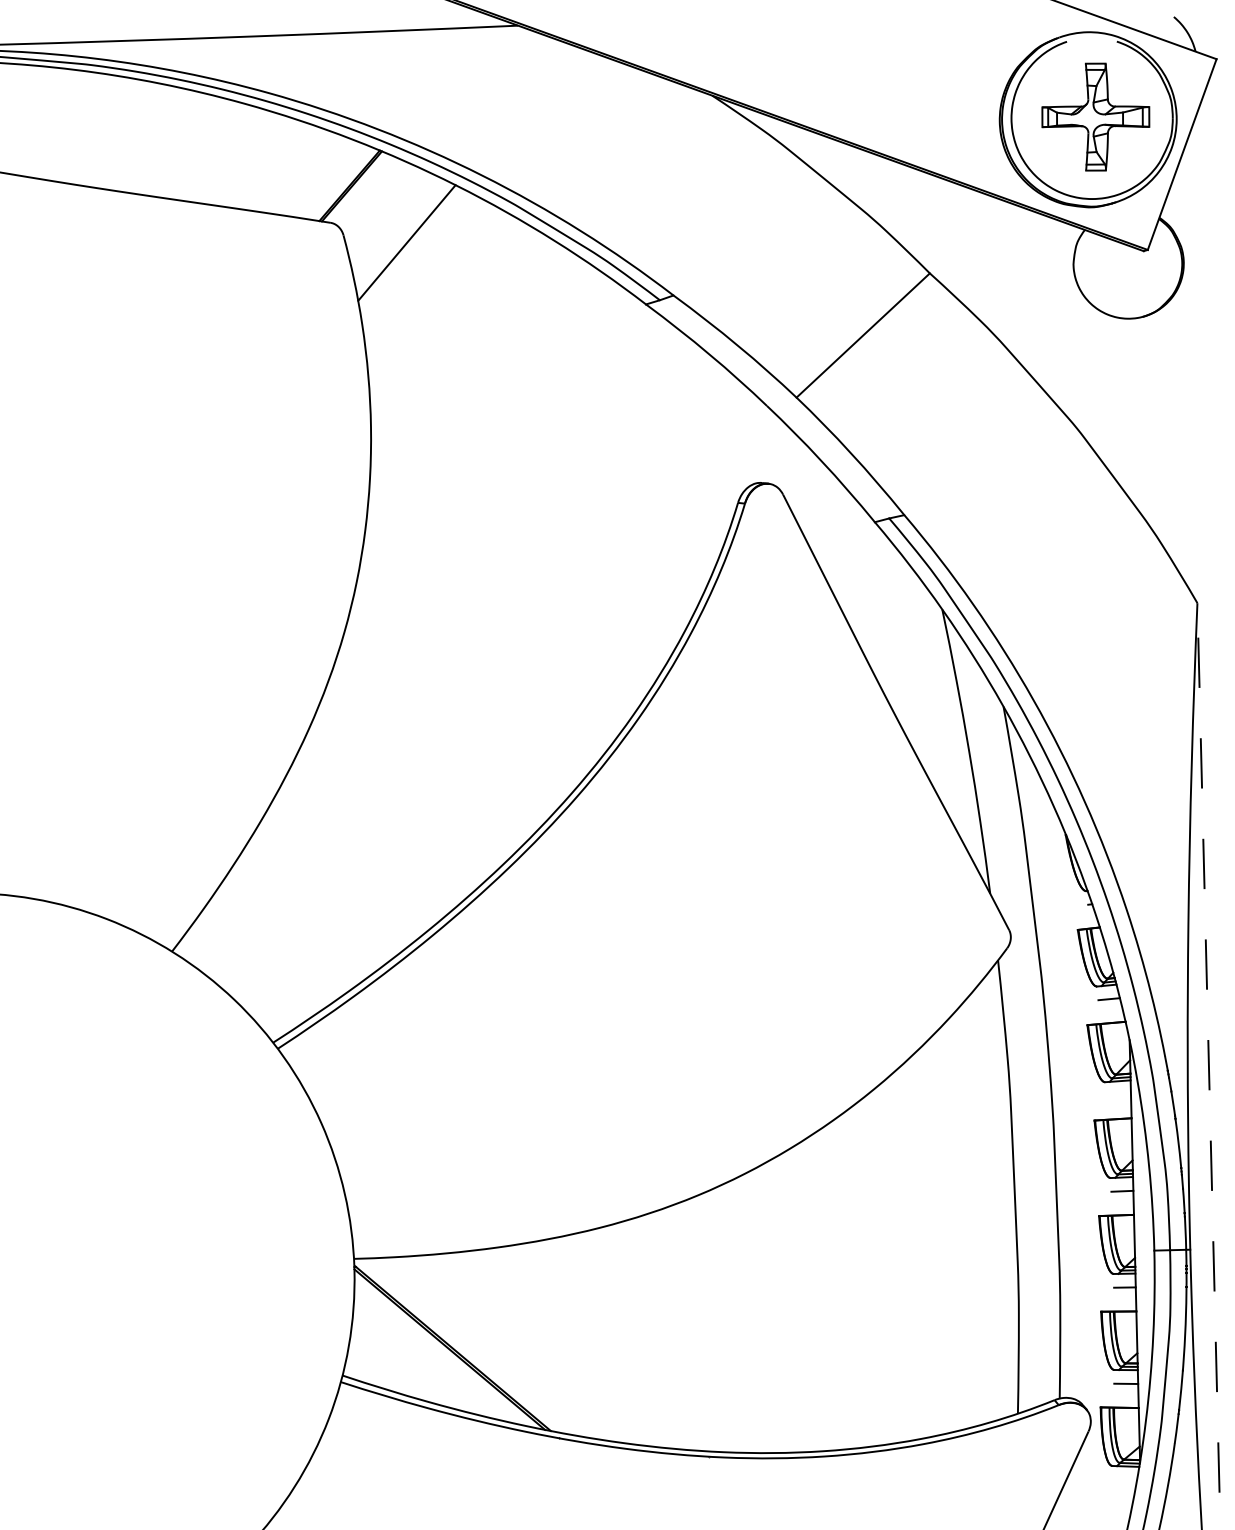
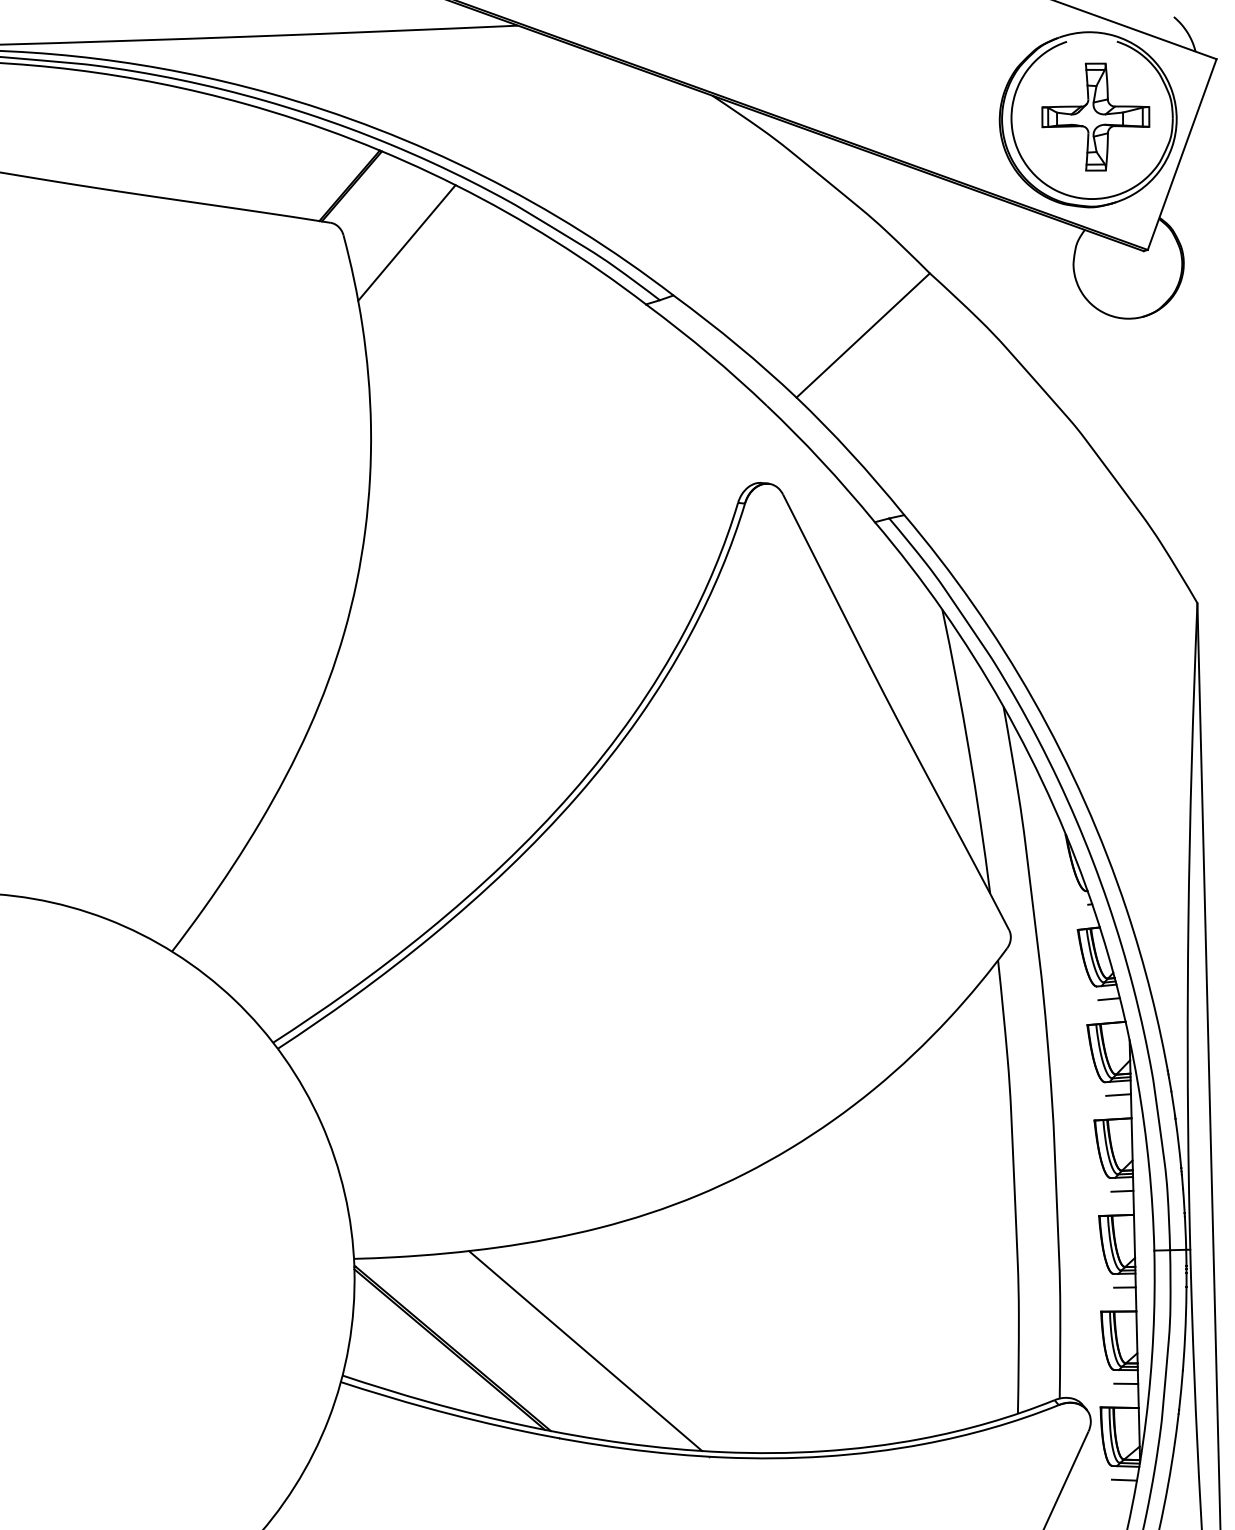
line at (1208, 1065): dashed -> solid
line at (1118, 1094): none -> present
line at (585, 1351): none -> present
line at (1123, 1479): none -> present
